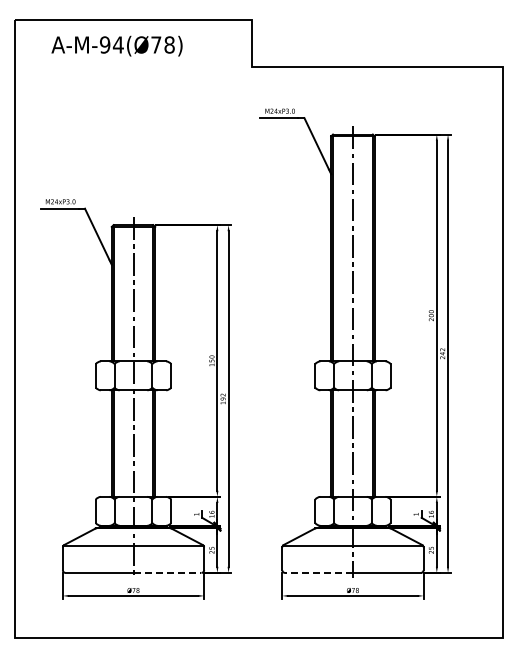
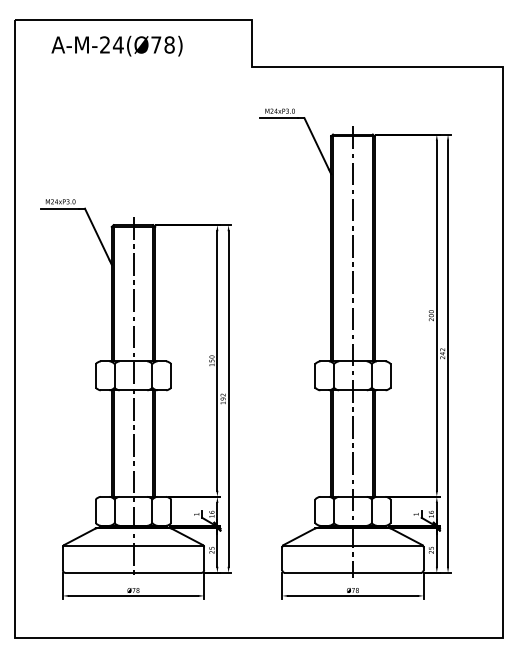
text at (105, 44): A-M-94(Ø78) -> A-M-24(Ø78)
line at (167, 572): dashed -> solid
line at (319, 572): dashed -> solid
